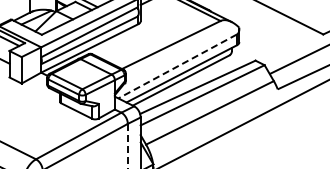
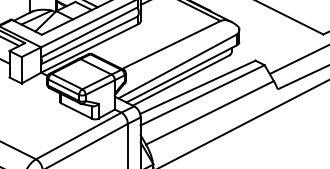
line at (177, 66): dashed -> solid
line at (127, 146): dashed -> solid
